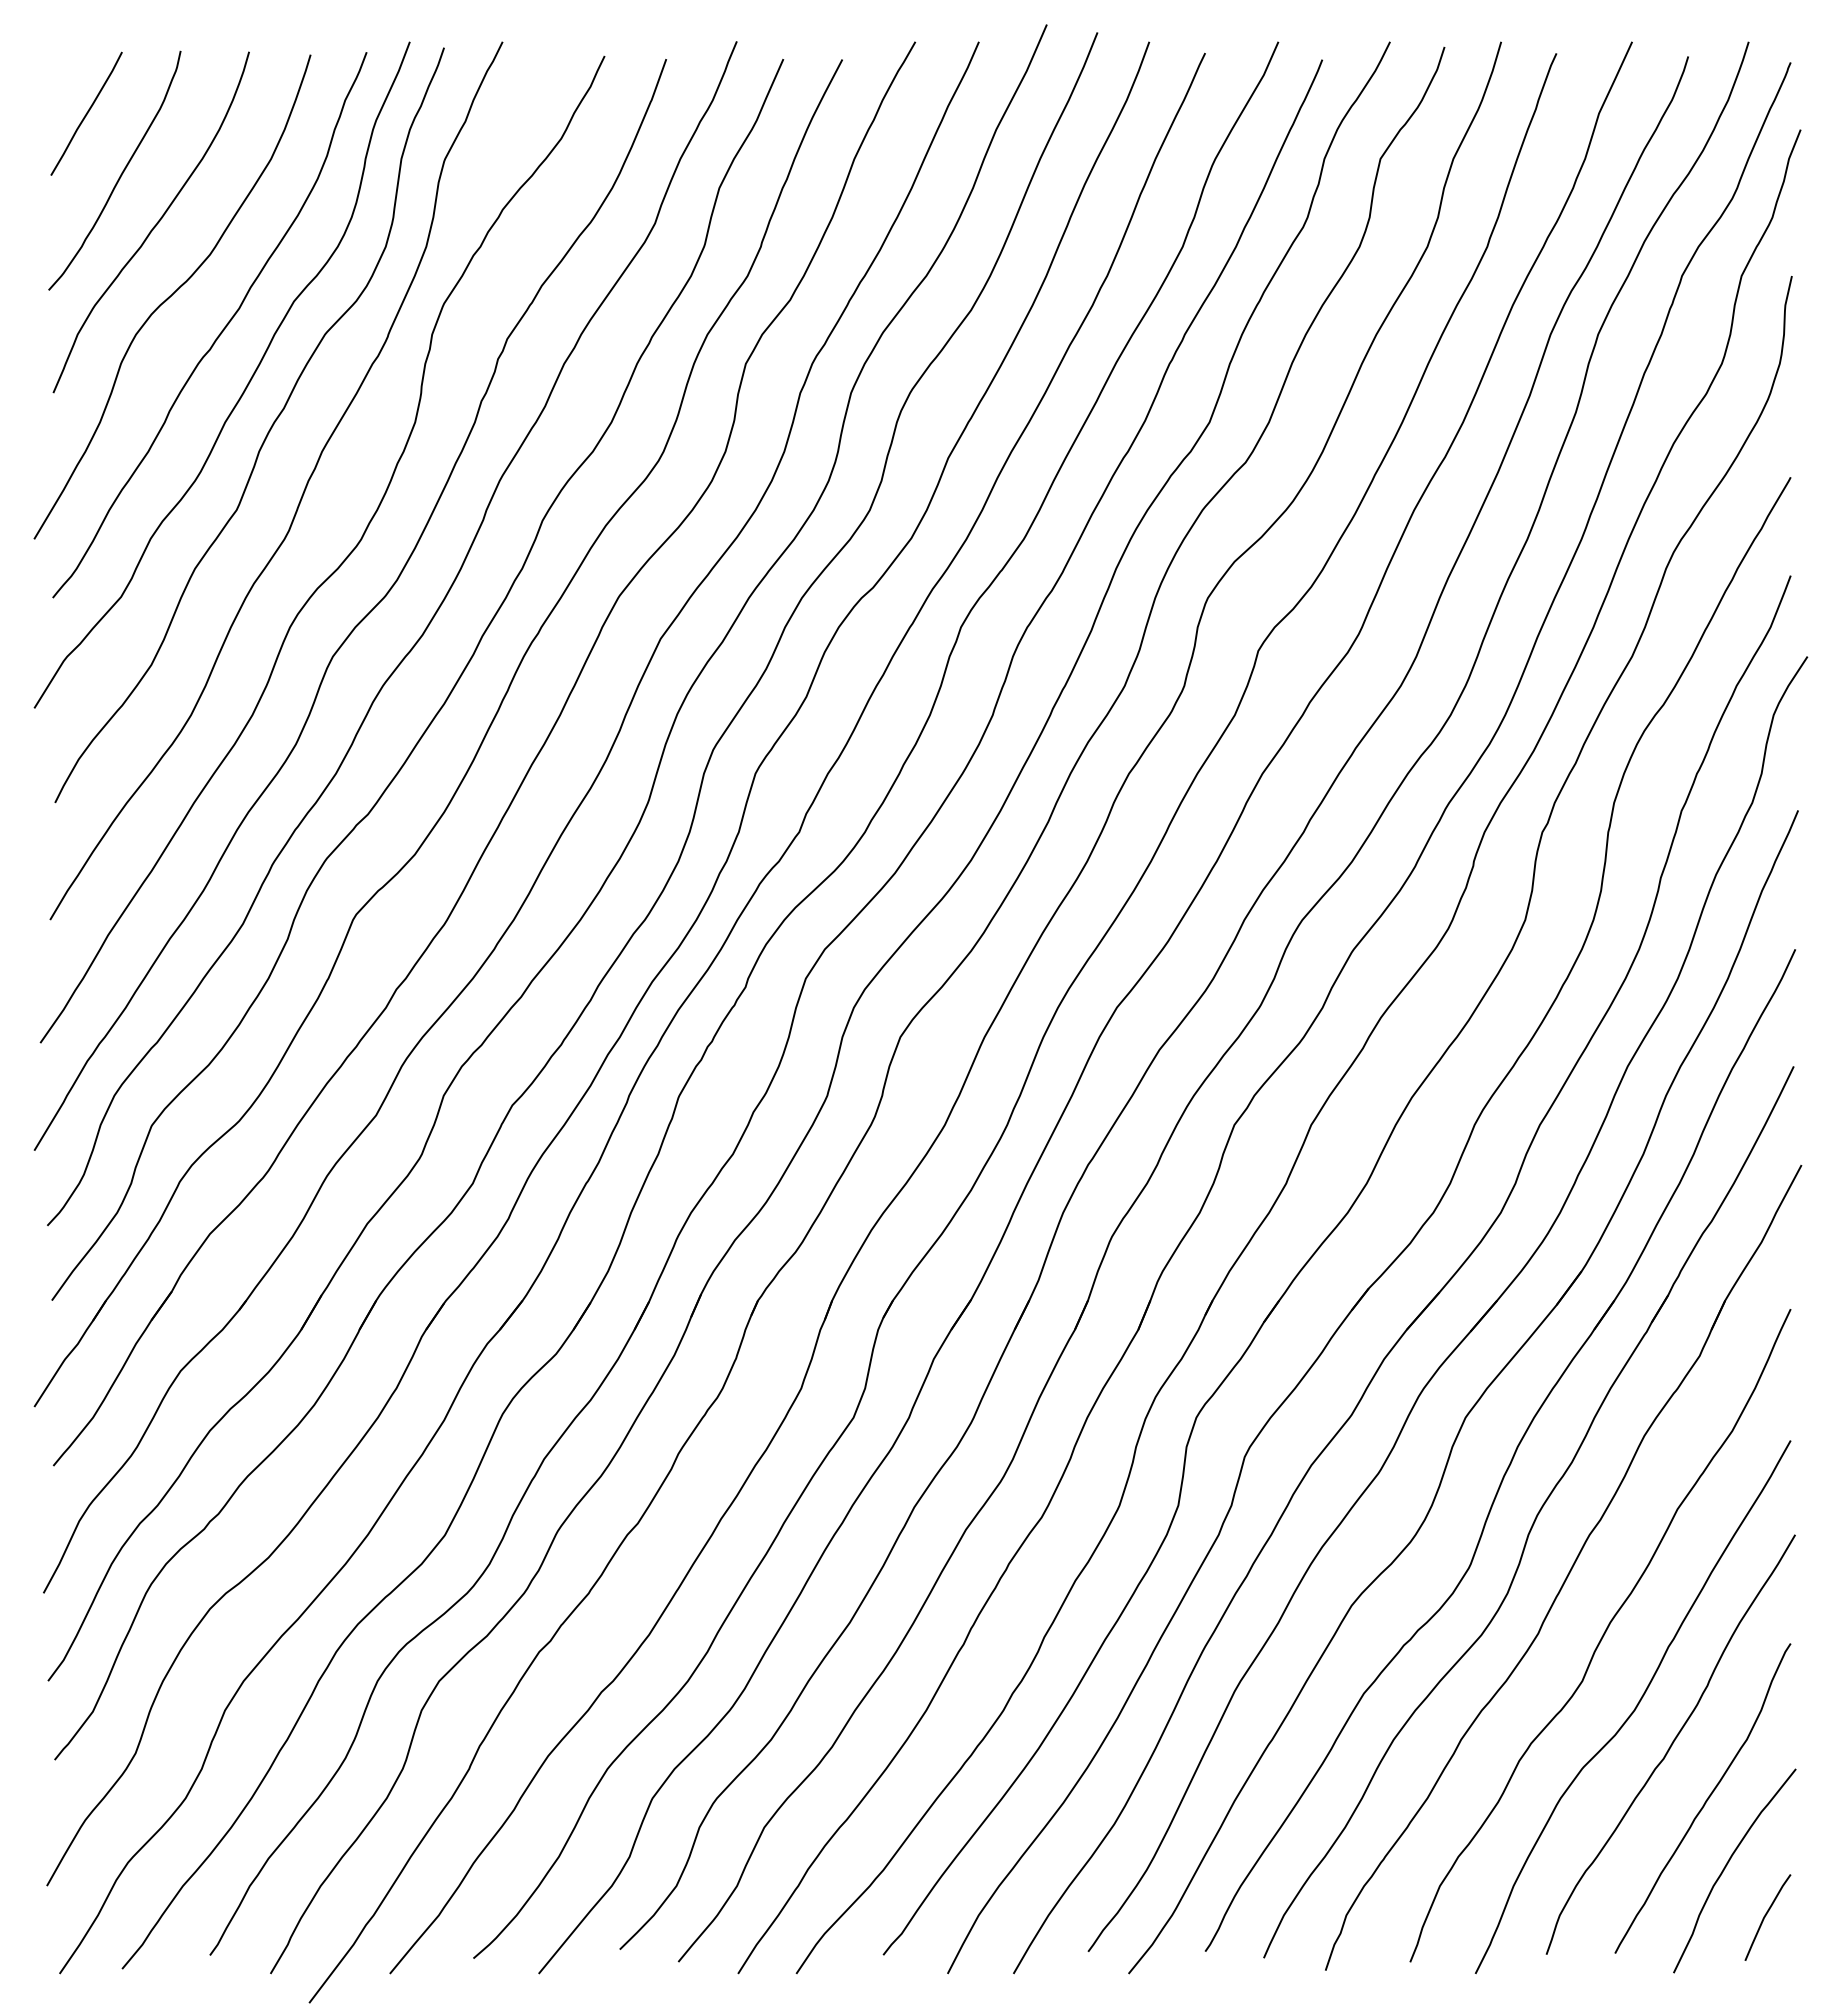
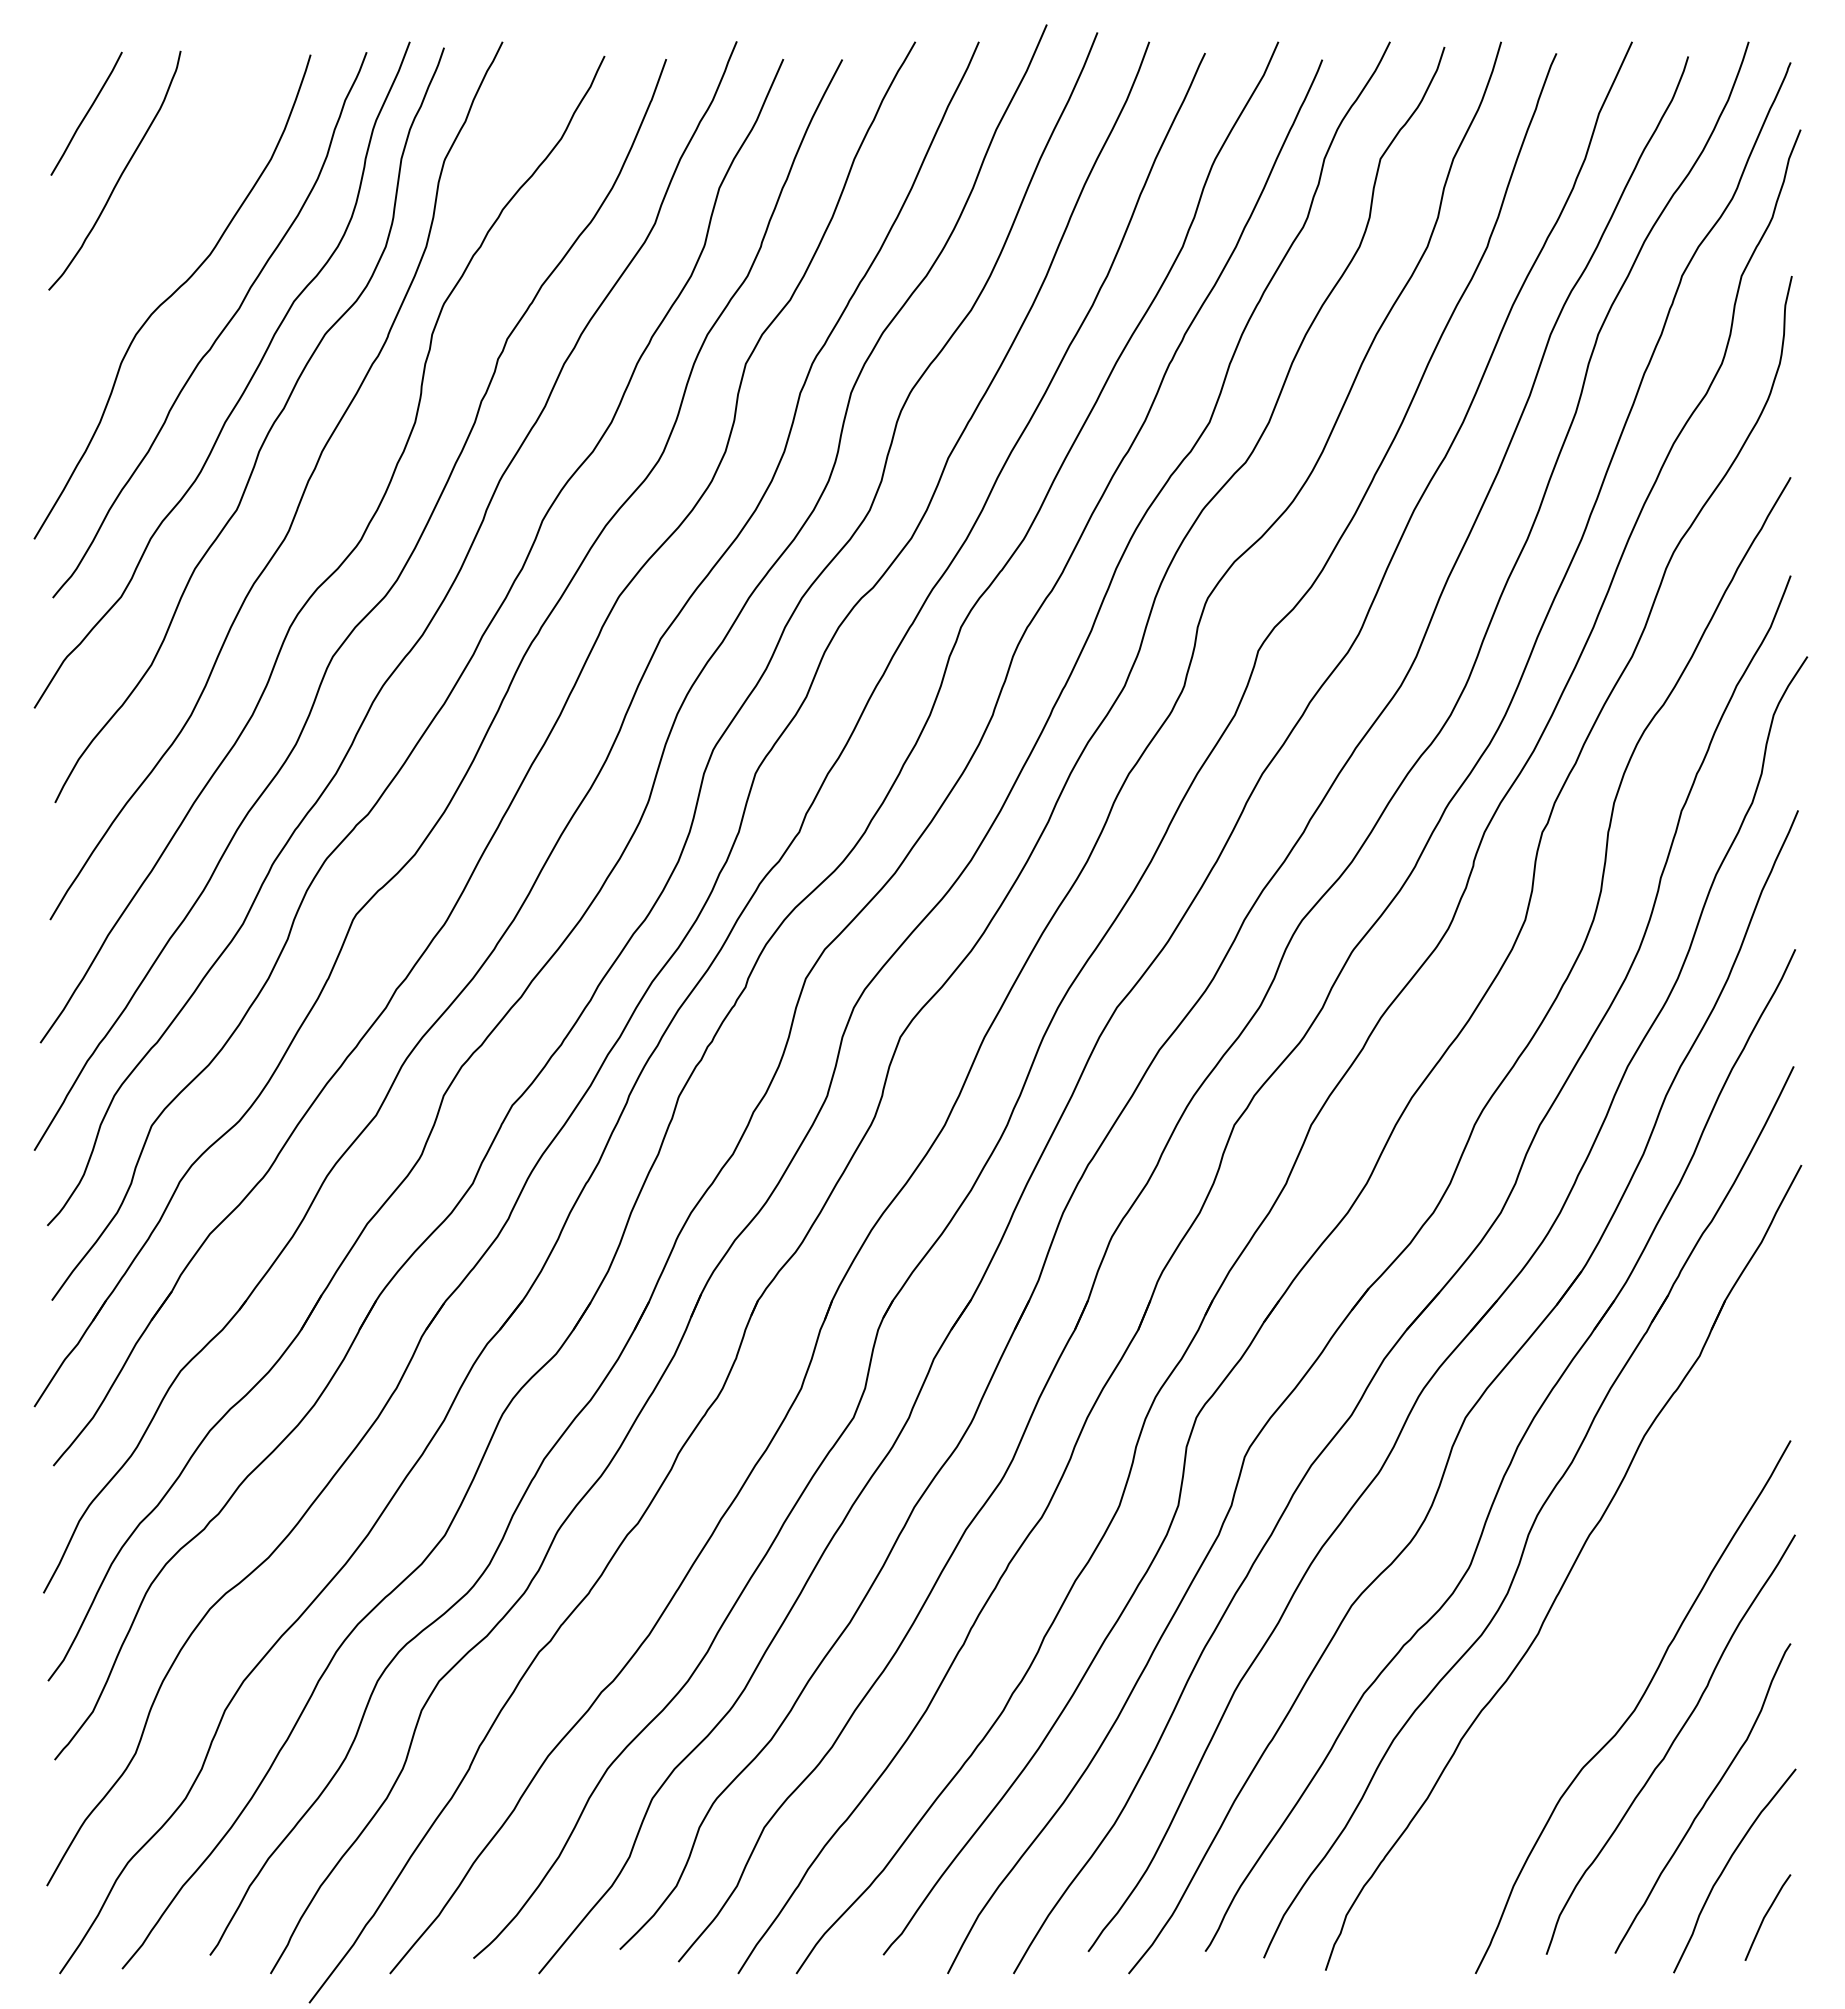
curve at (154, 225): present -> none
curve at (1601, 1636): present -> none
